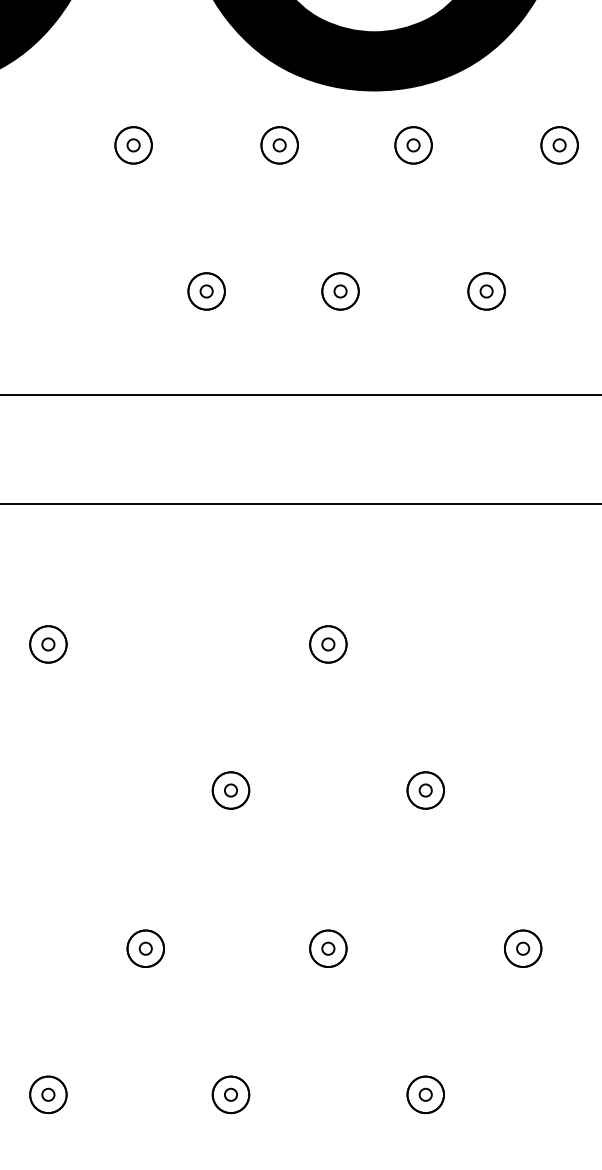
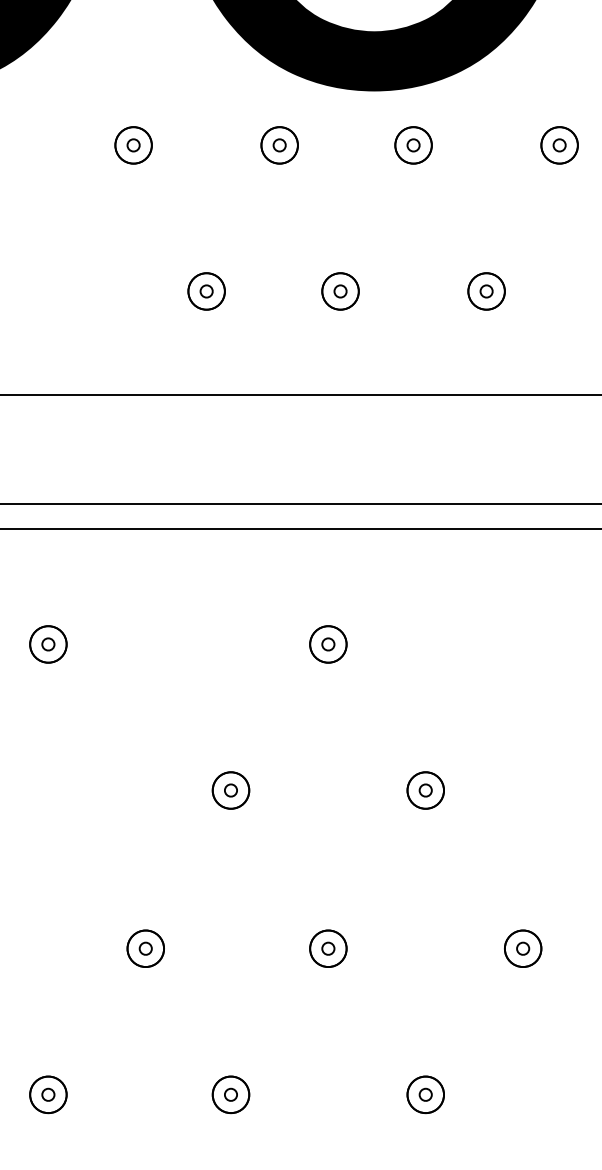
line at (300, 528): none -> present
